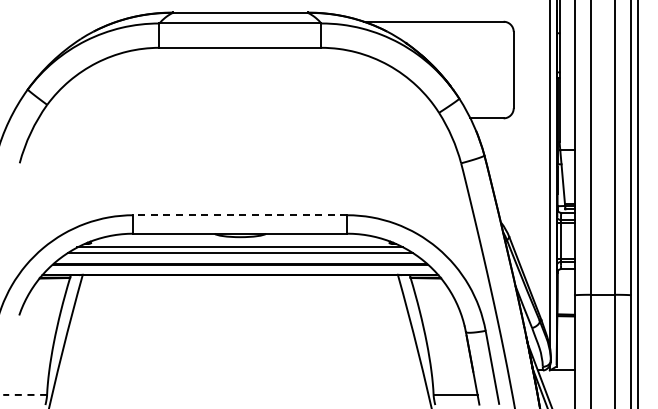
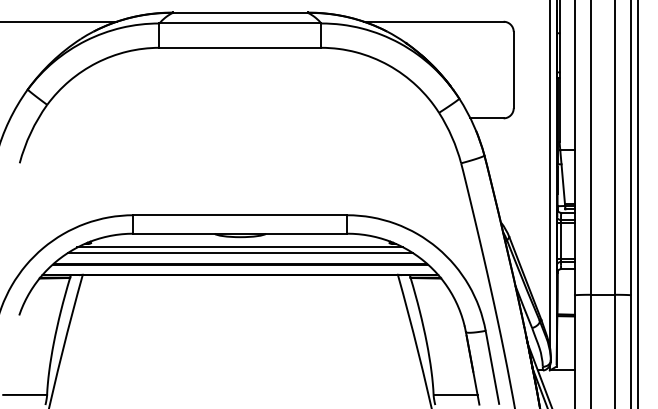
line at (59, 21): none -> present
line at (239, 215): dashed -> solid
line at (25, 394): dashed -> solid
